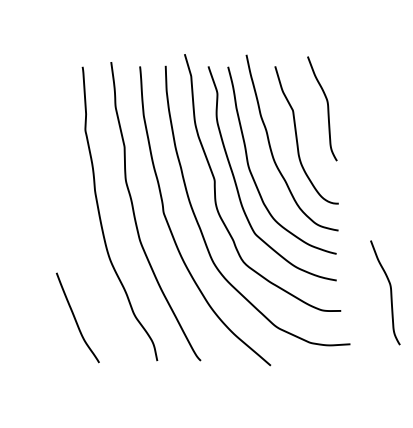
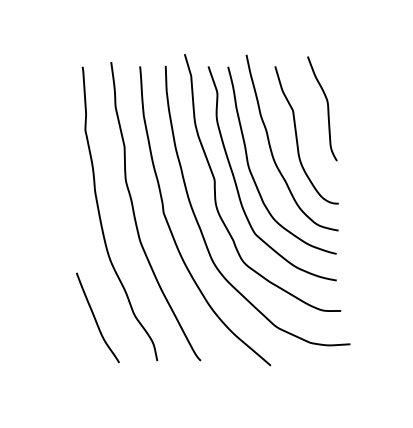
curve at (390, 292): present -> none
curve at (75, 317) position: (75, 317) -> (95, 317)
